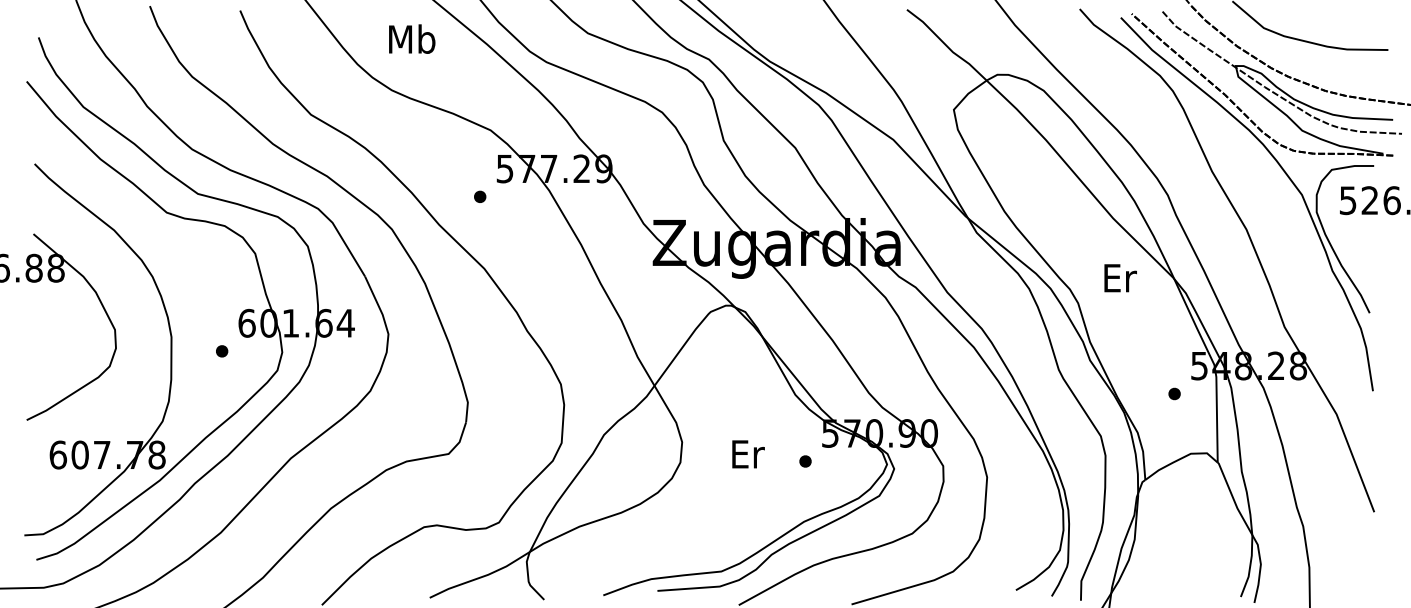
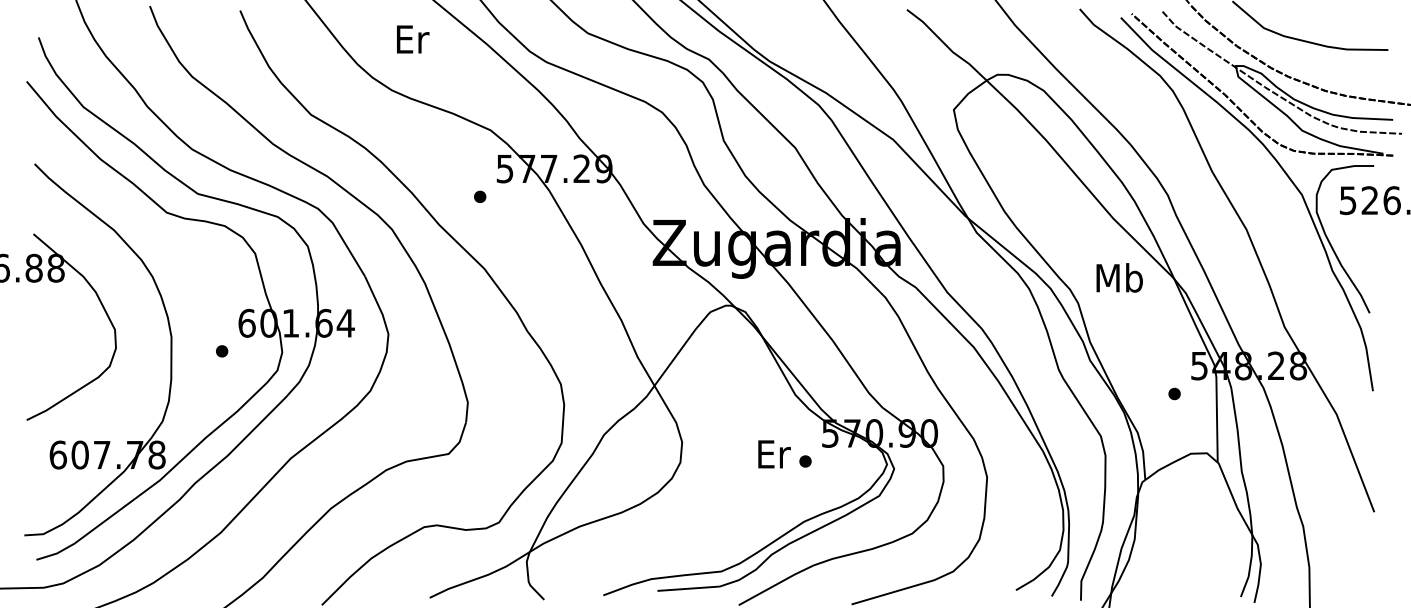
text at (412, 38): Mb -> Er
text at (1119, 277): Er -> Mb
text at (748, 454) position: (748, 454) -> (774, 454)
